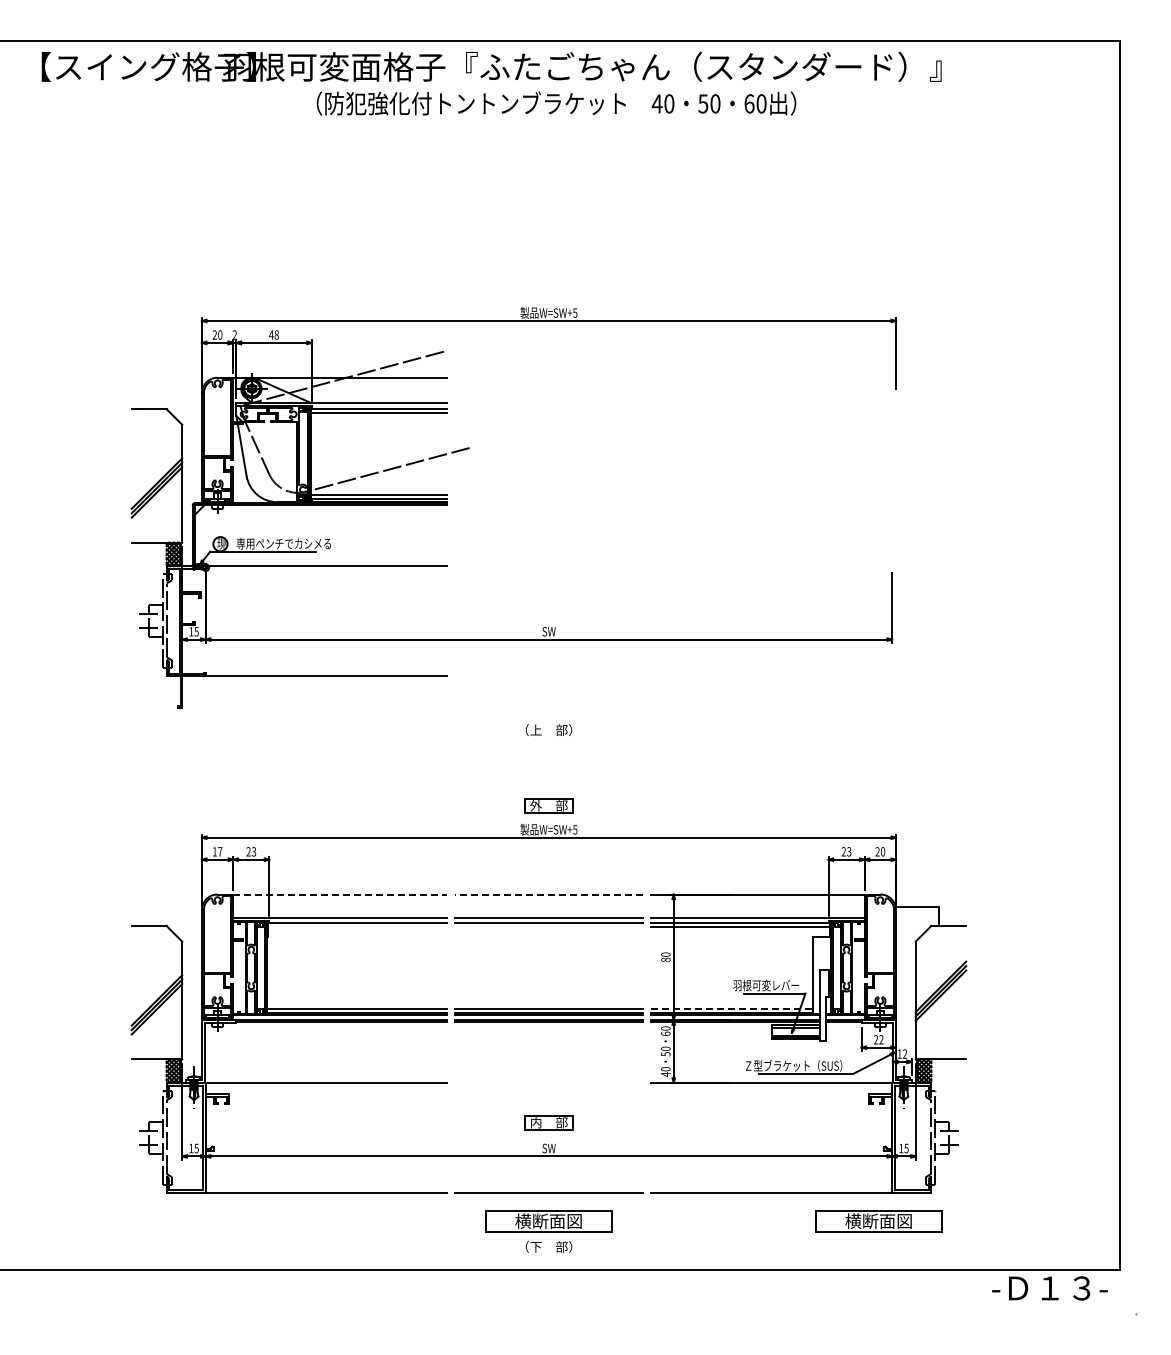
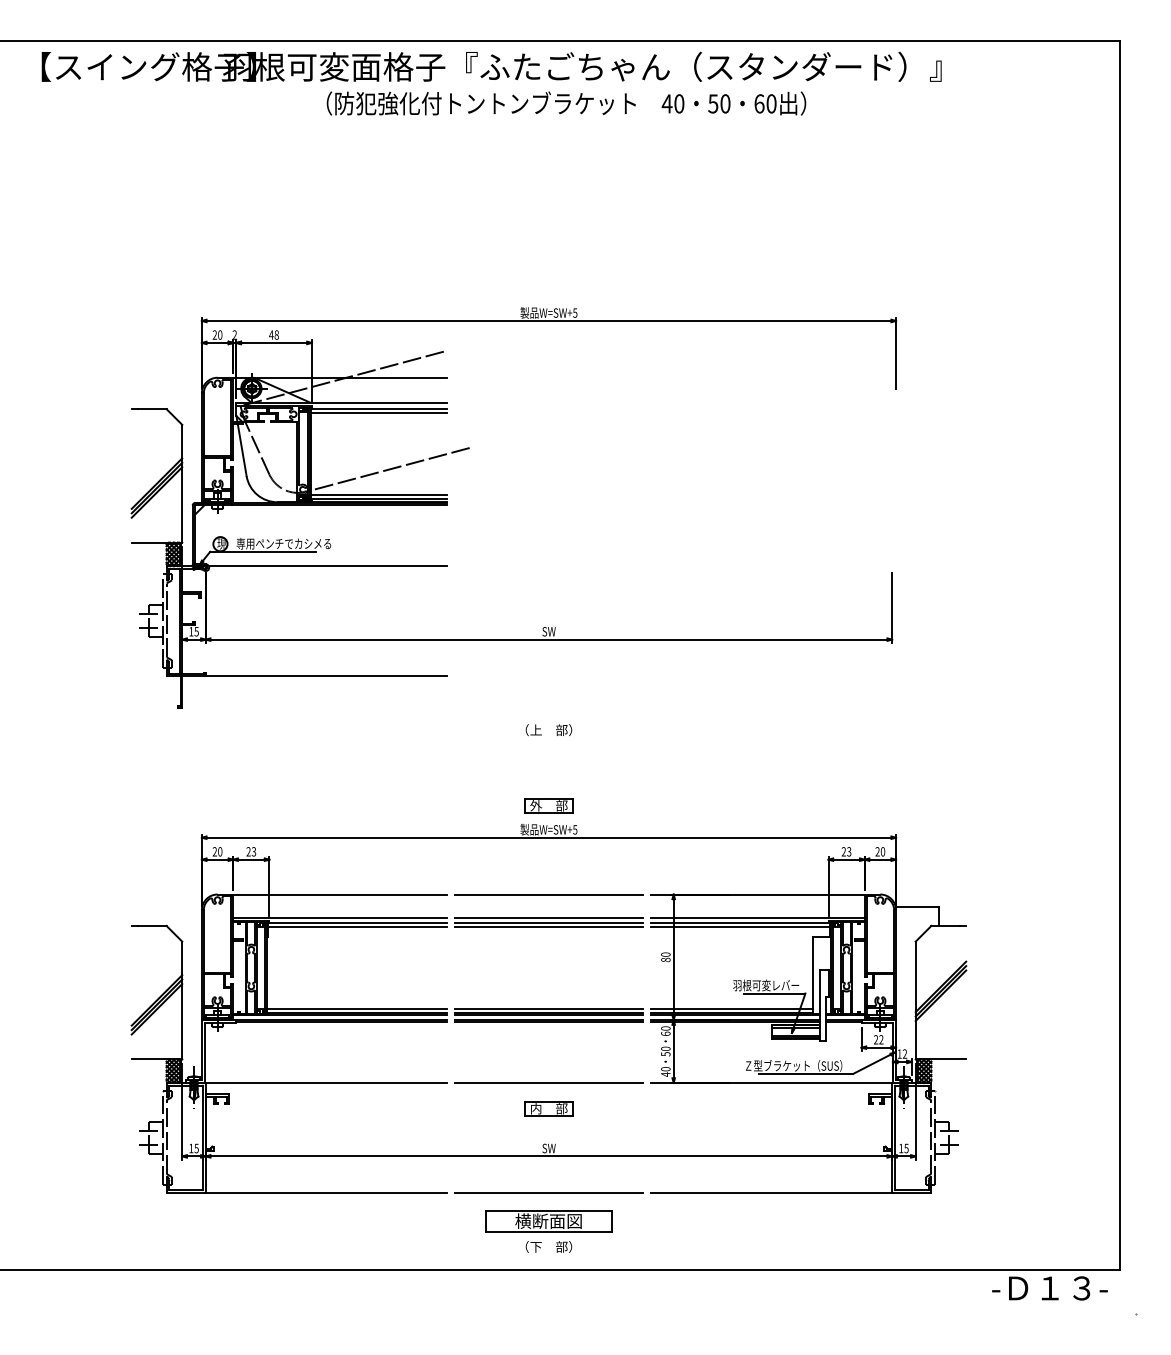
text at (556, 103) position: (556, 103) -> (566, 103)
text at (217, 851): 17 -> 20
line at (340, 894): dashed -> solid
line at (548, 894): dashed -> solid
line at (357, 927): none -> present
line at (548, 927): none -> present
line at (732, 1008): dashed -> solid
line at (548, 1082): none -> present
part at (548, 1122) position: (548, 1122) -> (548, 1108)
part at (878, 1221): present -> none
